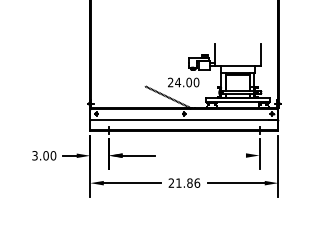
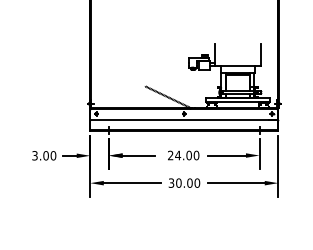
text at (183, 82) position: (183, 82) -> (183, 155)
line at (226, 155): none -> present
text at (184, 182): 21.86 -> 30.00
